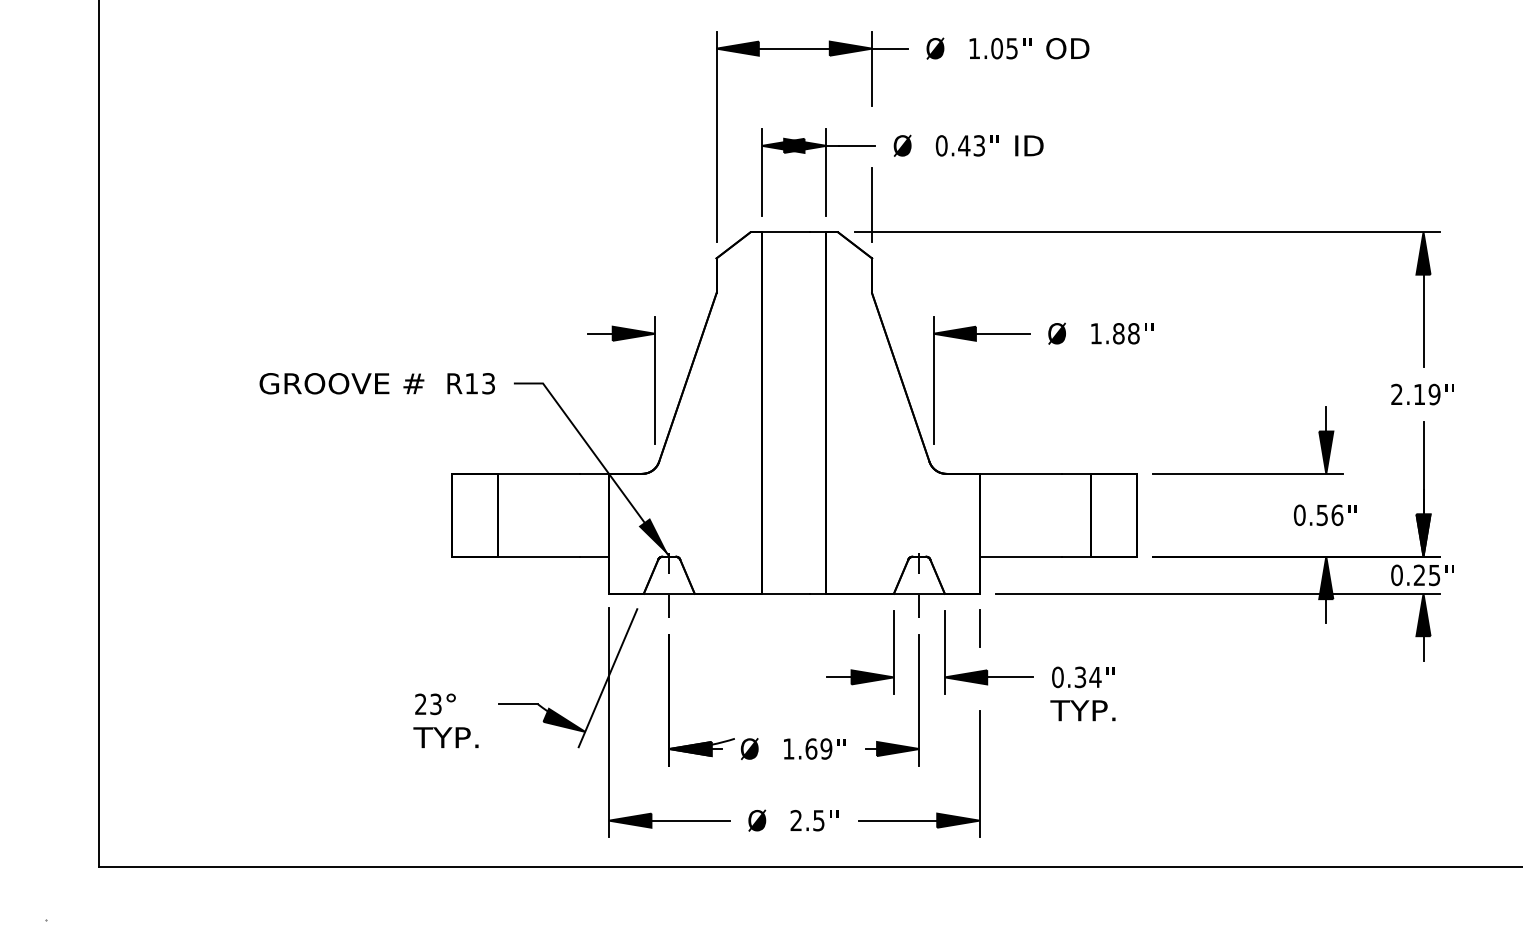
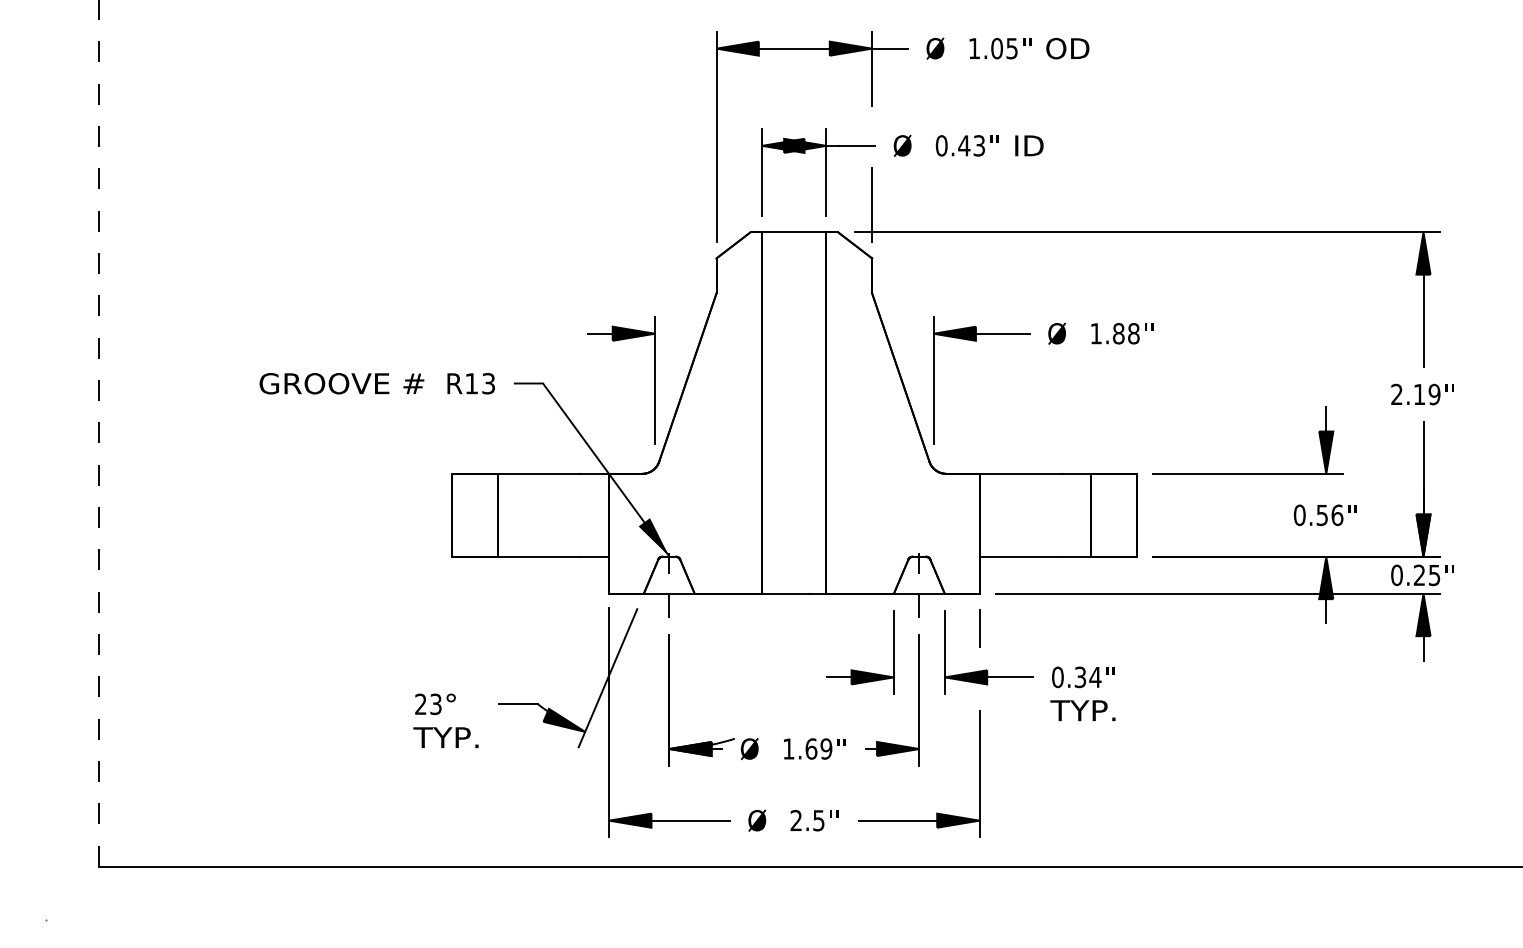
line at (98, 432): solid -> dashed
